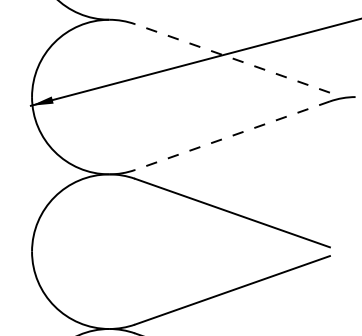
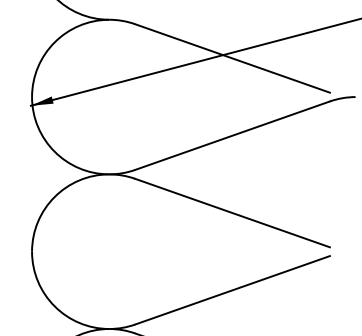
line at (232, 58): dashed -> solid
line at (232, 135): dashed -> solid
